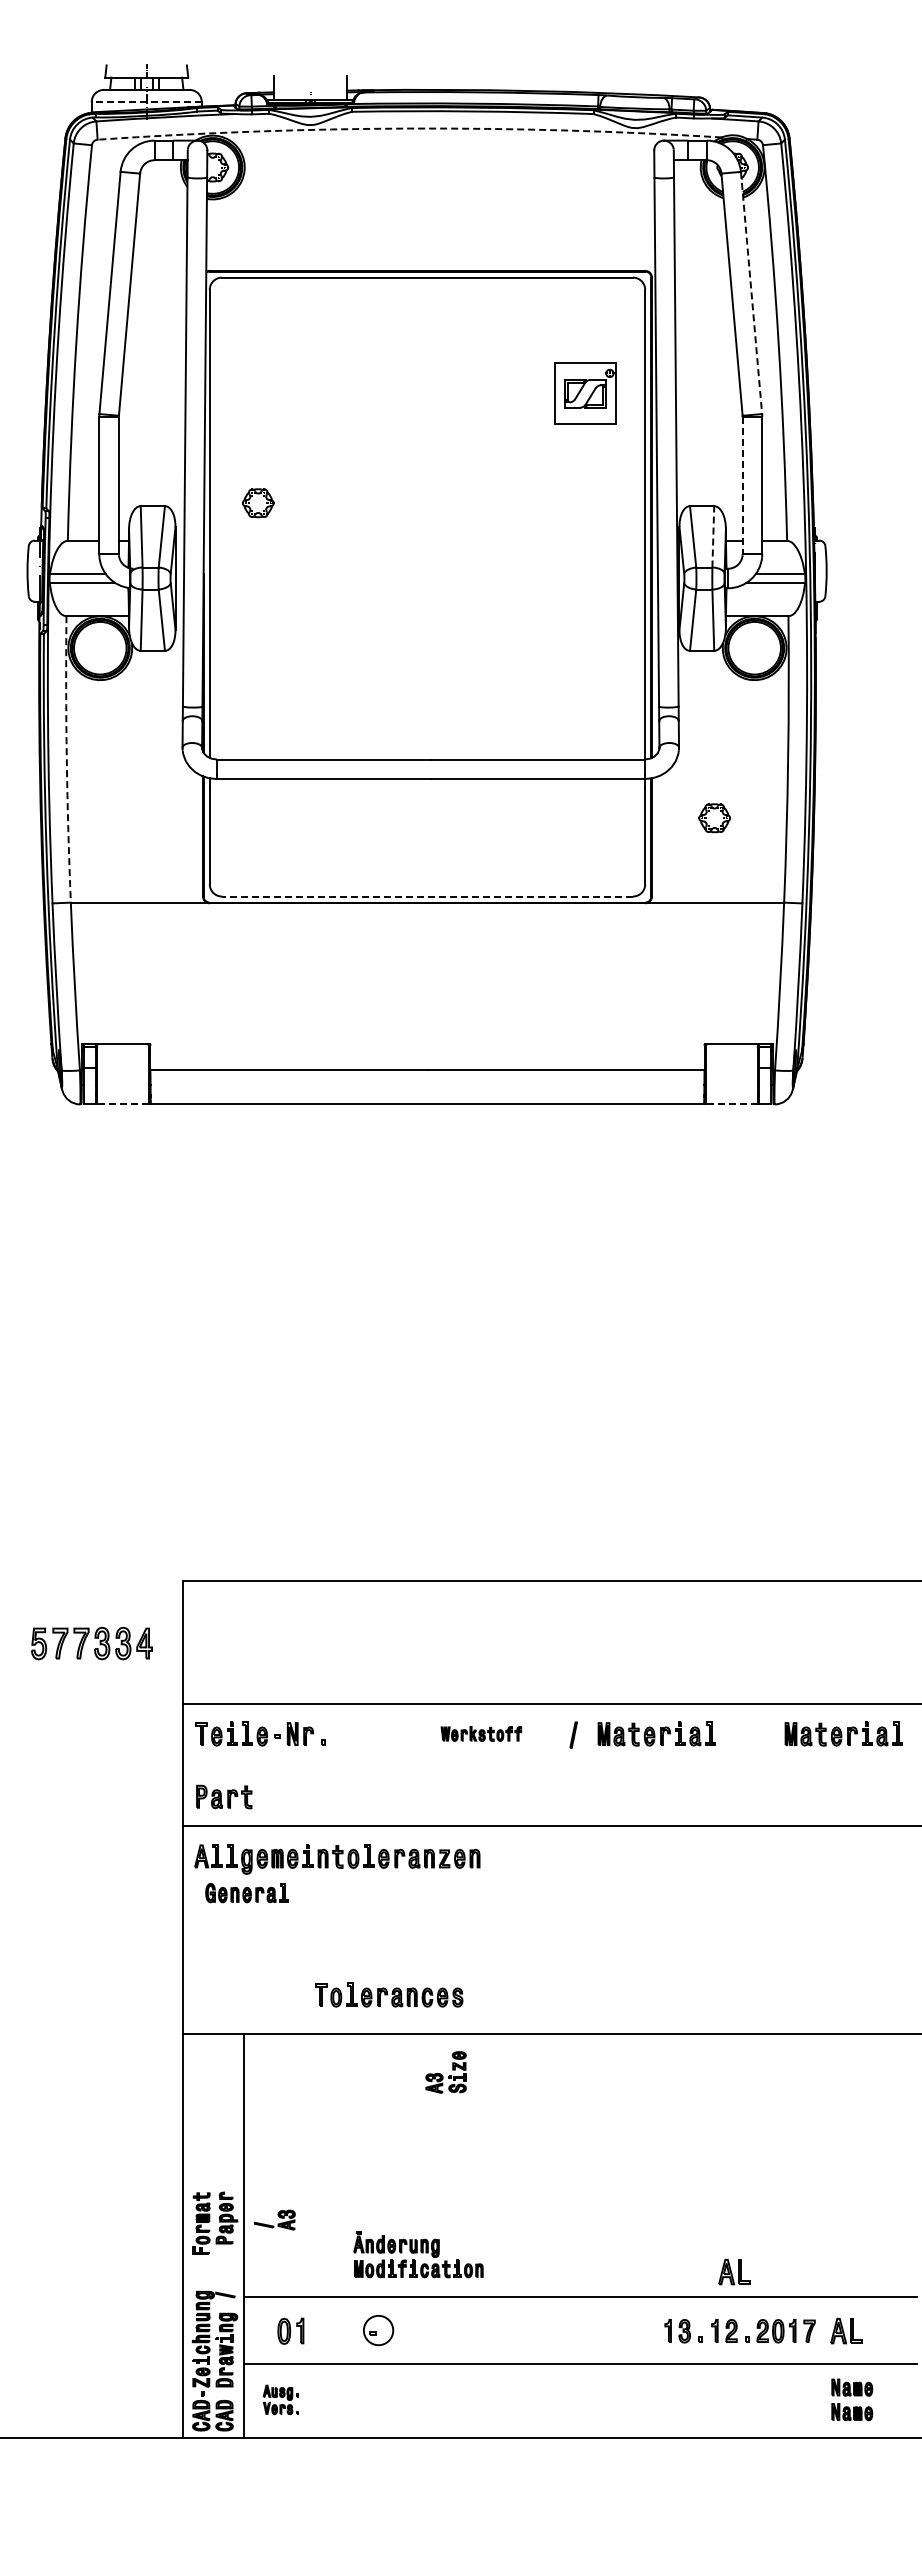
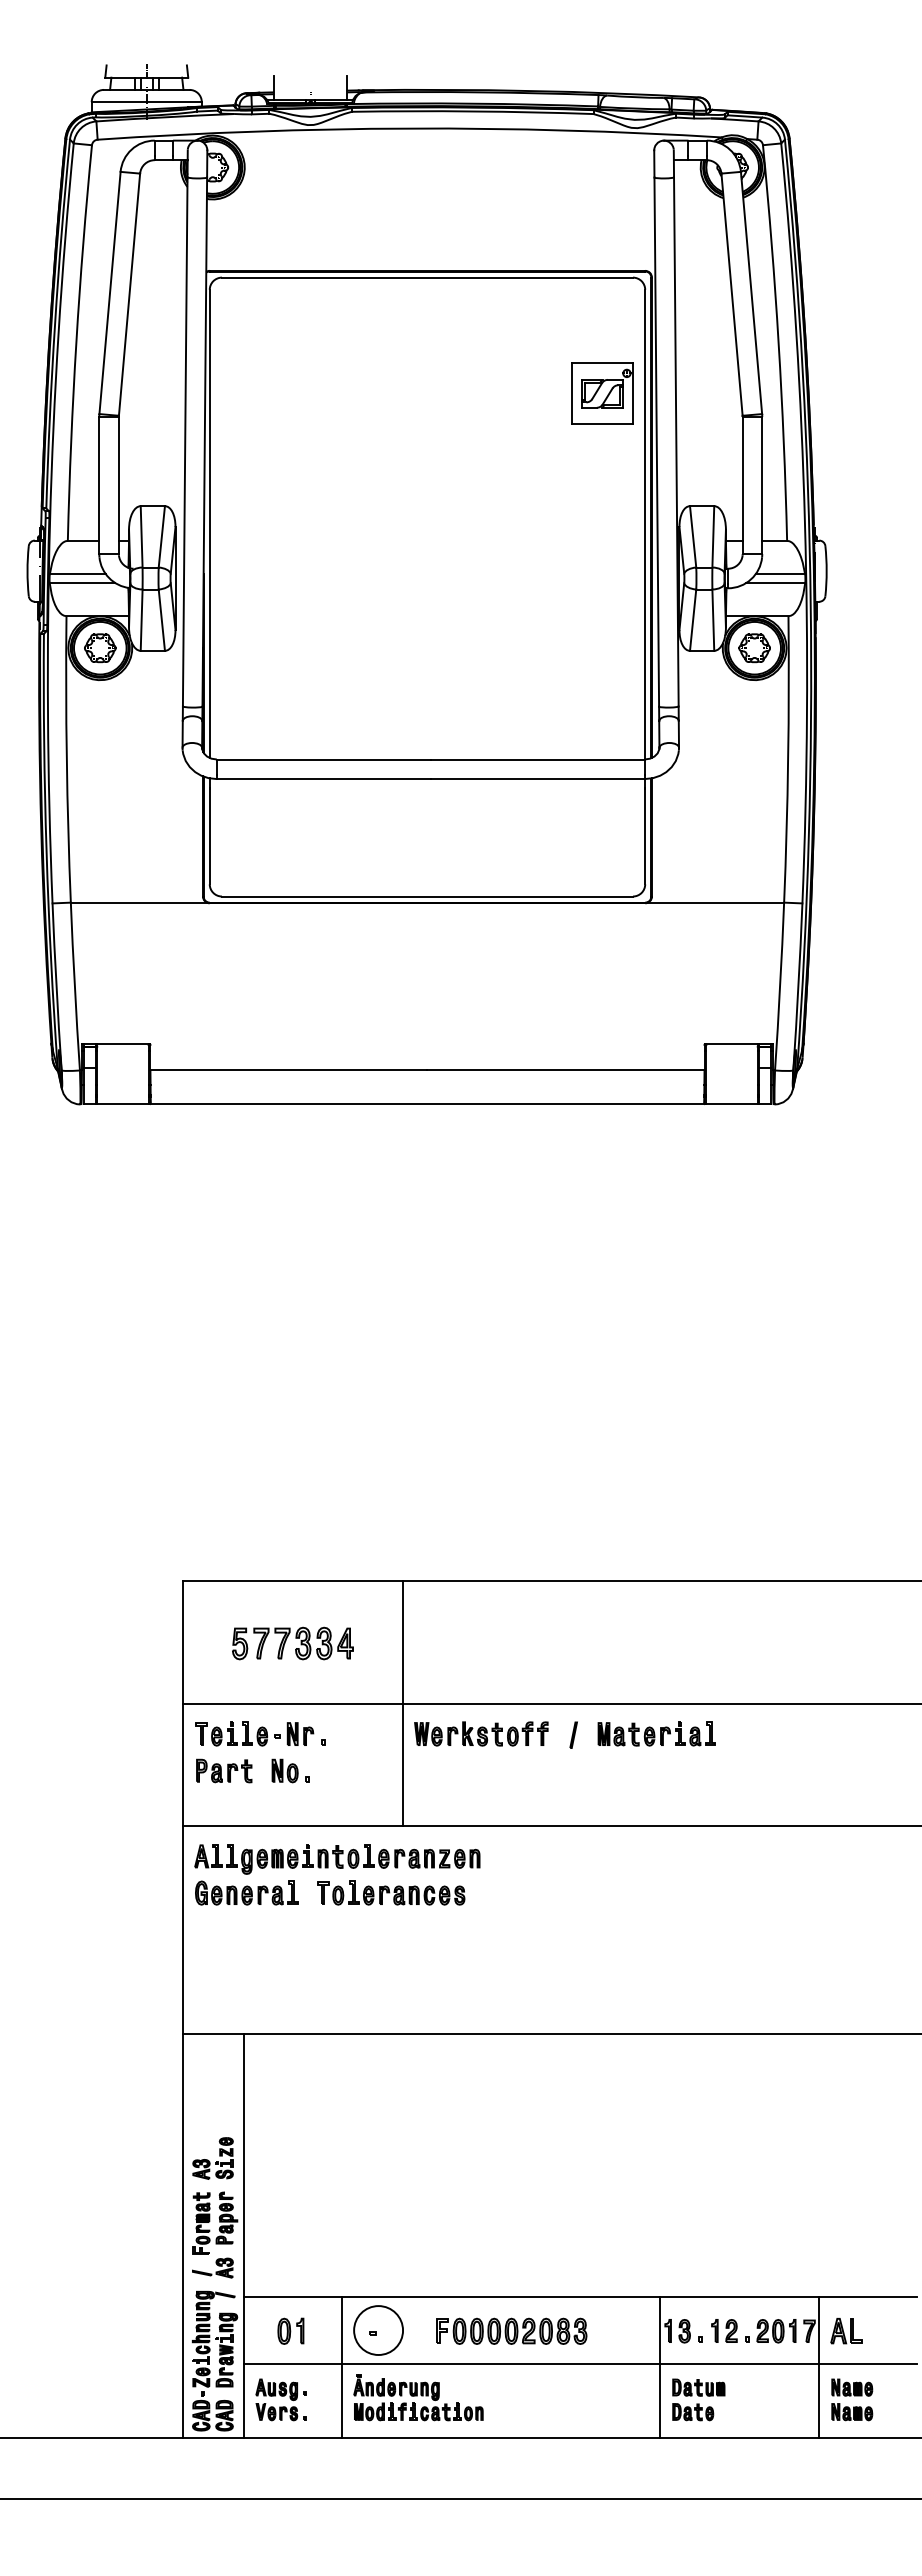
line at (146, 102): dashed -> solid
arc at (409, 128): dashed -> solid
line at (751, 292): dashed -> solid
part at (585, 393) position: (585, 393) -> (602, 393)
line at (742, 486): dashed -> solid
part at (258, 503) position: (258, 503) -> (100, 648)
line at (713, 536): dashed -> solid
arc at (66, 759): dashed -> solid
part at (714, 818) position: (714, 818) -> (754, 648)
line at (426, 896): dashed -> solid
line at (122, 1104): dashed -> solid
line at (732, 1104): dashed -> solid
part at (91, 1643) position: (91, 1643) -> (292, 1643)
line at (403, 1703): none -> present
part at (481, 1733) size: 83x16 px -> 135x26 px
part at (843, 1733): present -> none
part at (290, 1770): none -> present
part at (224, 1796) position: (224, 1796) -> (224, 1770)
part at (246, 1893) size: 84x21 px -> 104x26 px
part at (389, 1994) position: (389, 1994) -> (391, 1892)
part at (445, 2072) position: (445, 2072) -> (212, 2158)
part at (274, 2219) position: (274, 2219) -> (212, 2267)
part at (418, 2254) position: (418, 2254) -> (418, 2397)
part at (734, 2272): present -> none
circle at (378, 2330) diameter: 29 px -> 49 px
part at (511, 2330): none -> present
line at (341, 2366): none -> present
line at (659, 2366): none -> present
line at (818, 2366): none -> present
part at (280, 2399) size: 37x32 px -> 52x44 px
part at (698, 2399): none -> present
line at (460, 2498): none -> present
